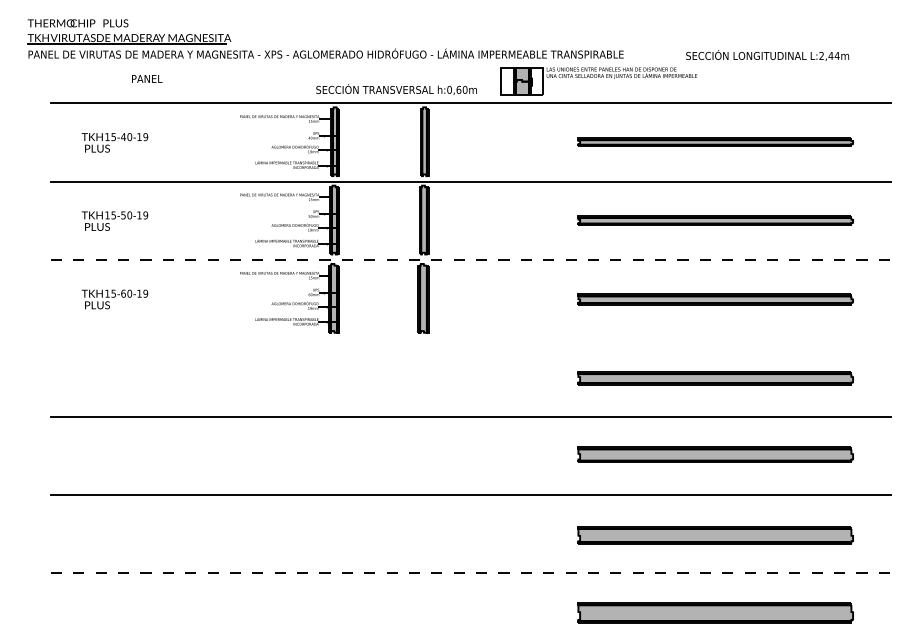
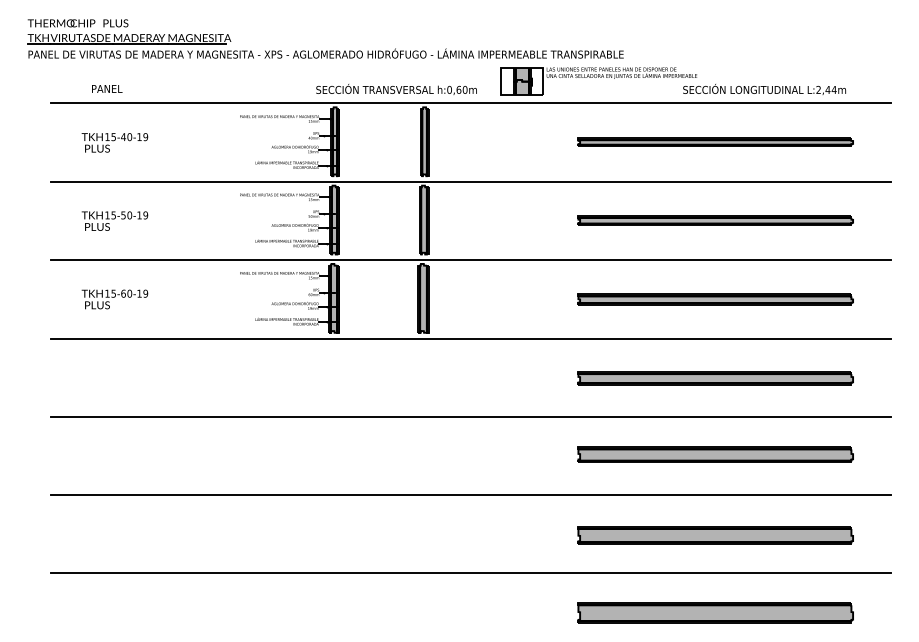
text at (767, 55) position: (767, 55) -> (764, 89)
text at (147, 78) position: (147, 78) -> (107, 88)
line at (471, 260): dashed -> solid
line at (470, 339): none -> present
line at (471, 573): dashed -> solid
